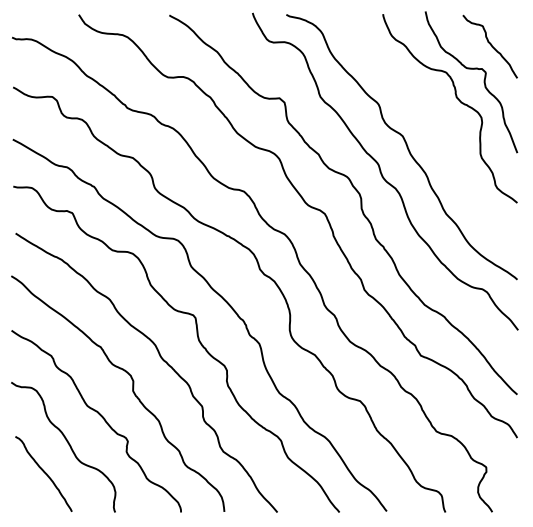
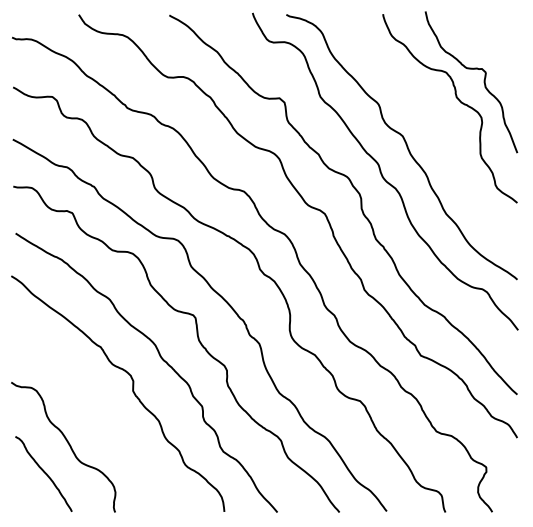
curve at (490, 45): present -> none
curve at (100, 416): present -> none
